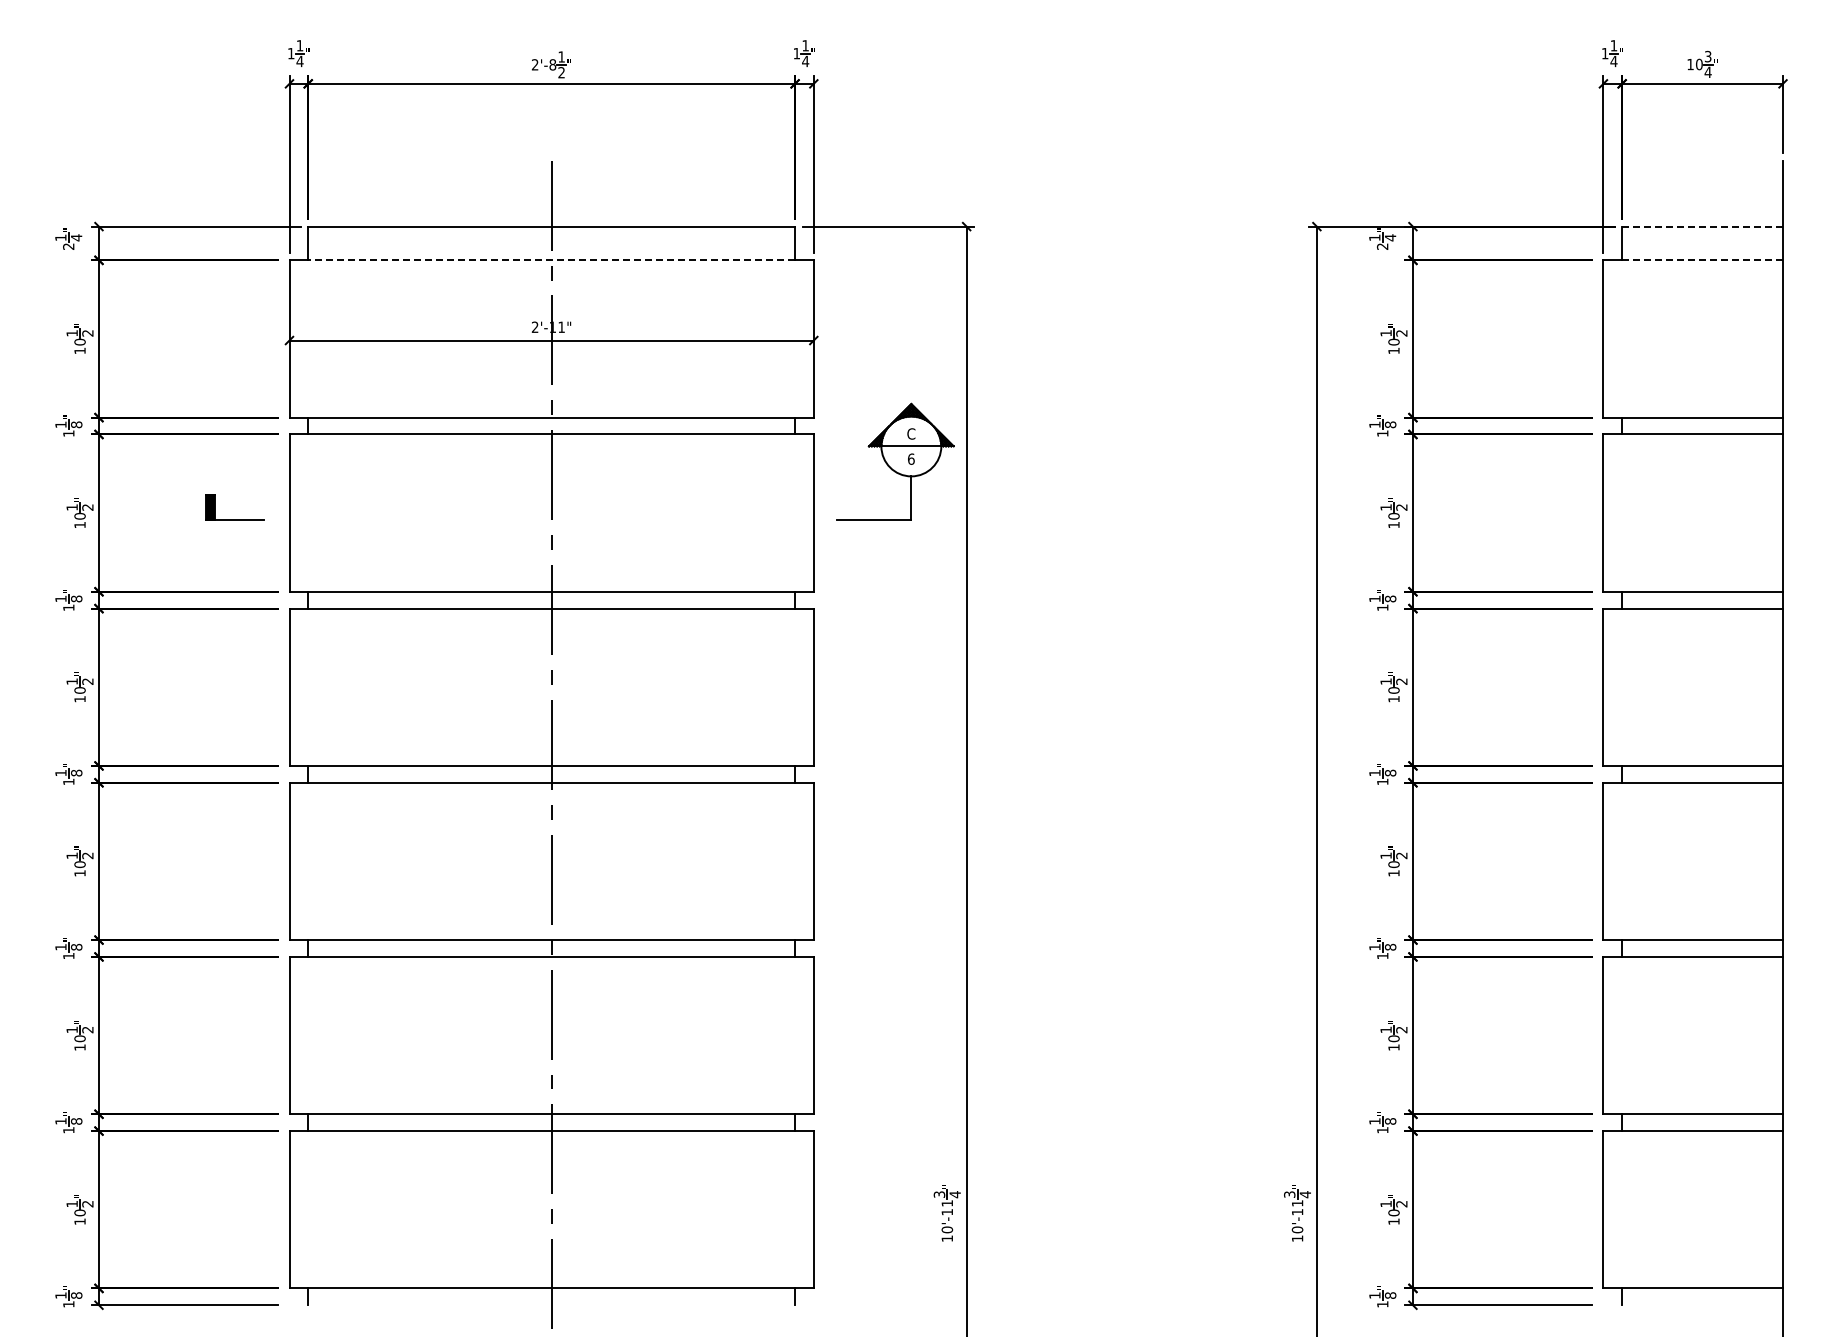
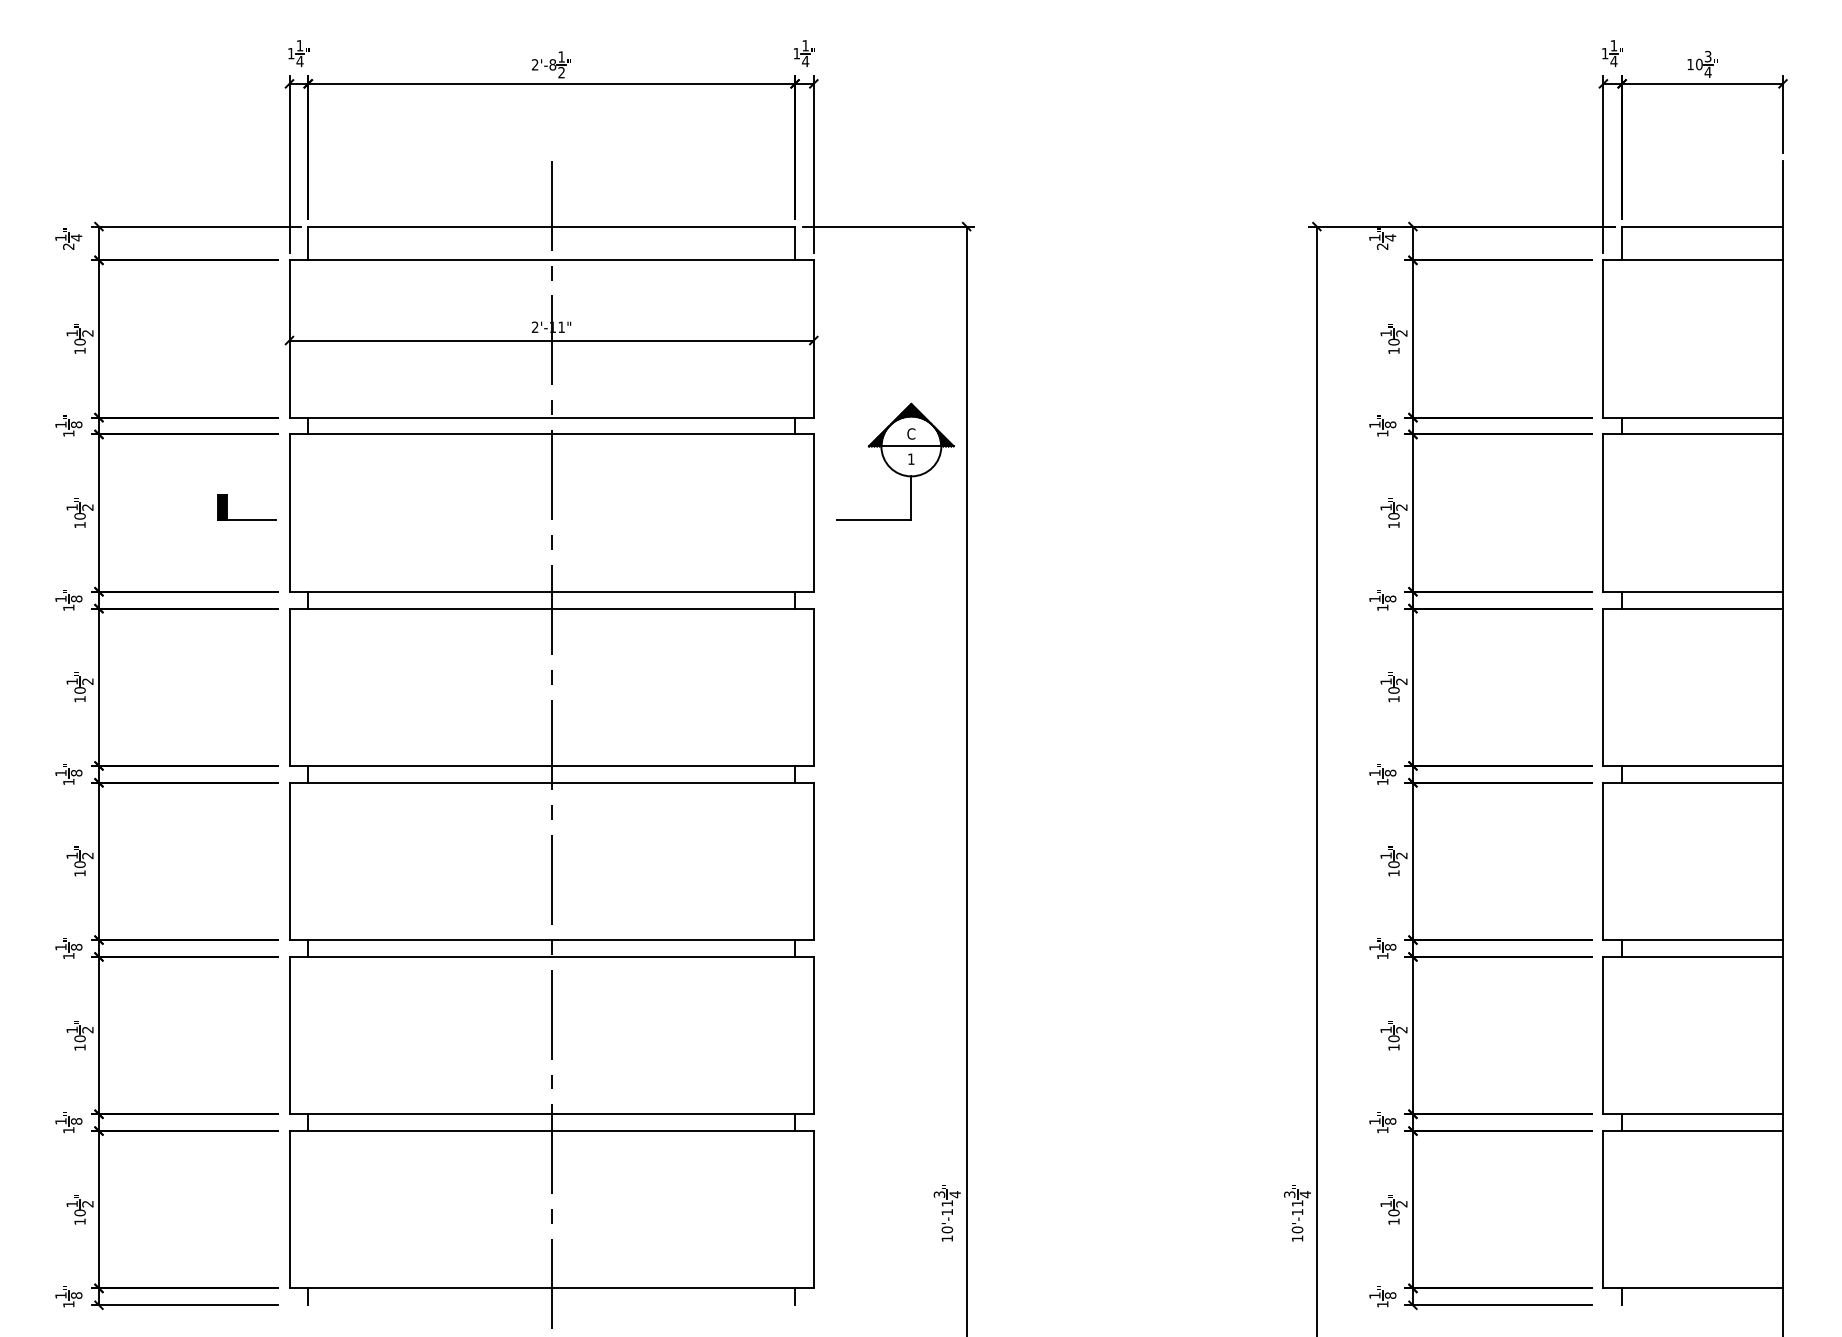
line at (1702, 226): dashed -> solid
line at (551, 260): dashed -> solid
line at (1702, 260): dashed -> solid
text at (911, 458): 6 -> 1
part at (234, 519) position: (234, 519) -> (246, 519)
